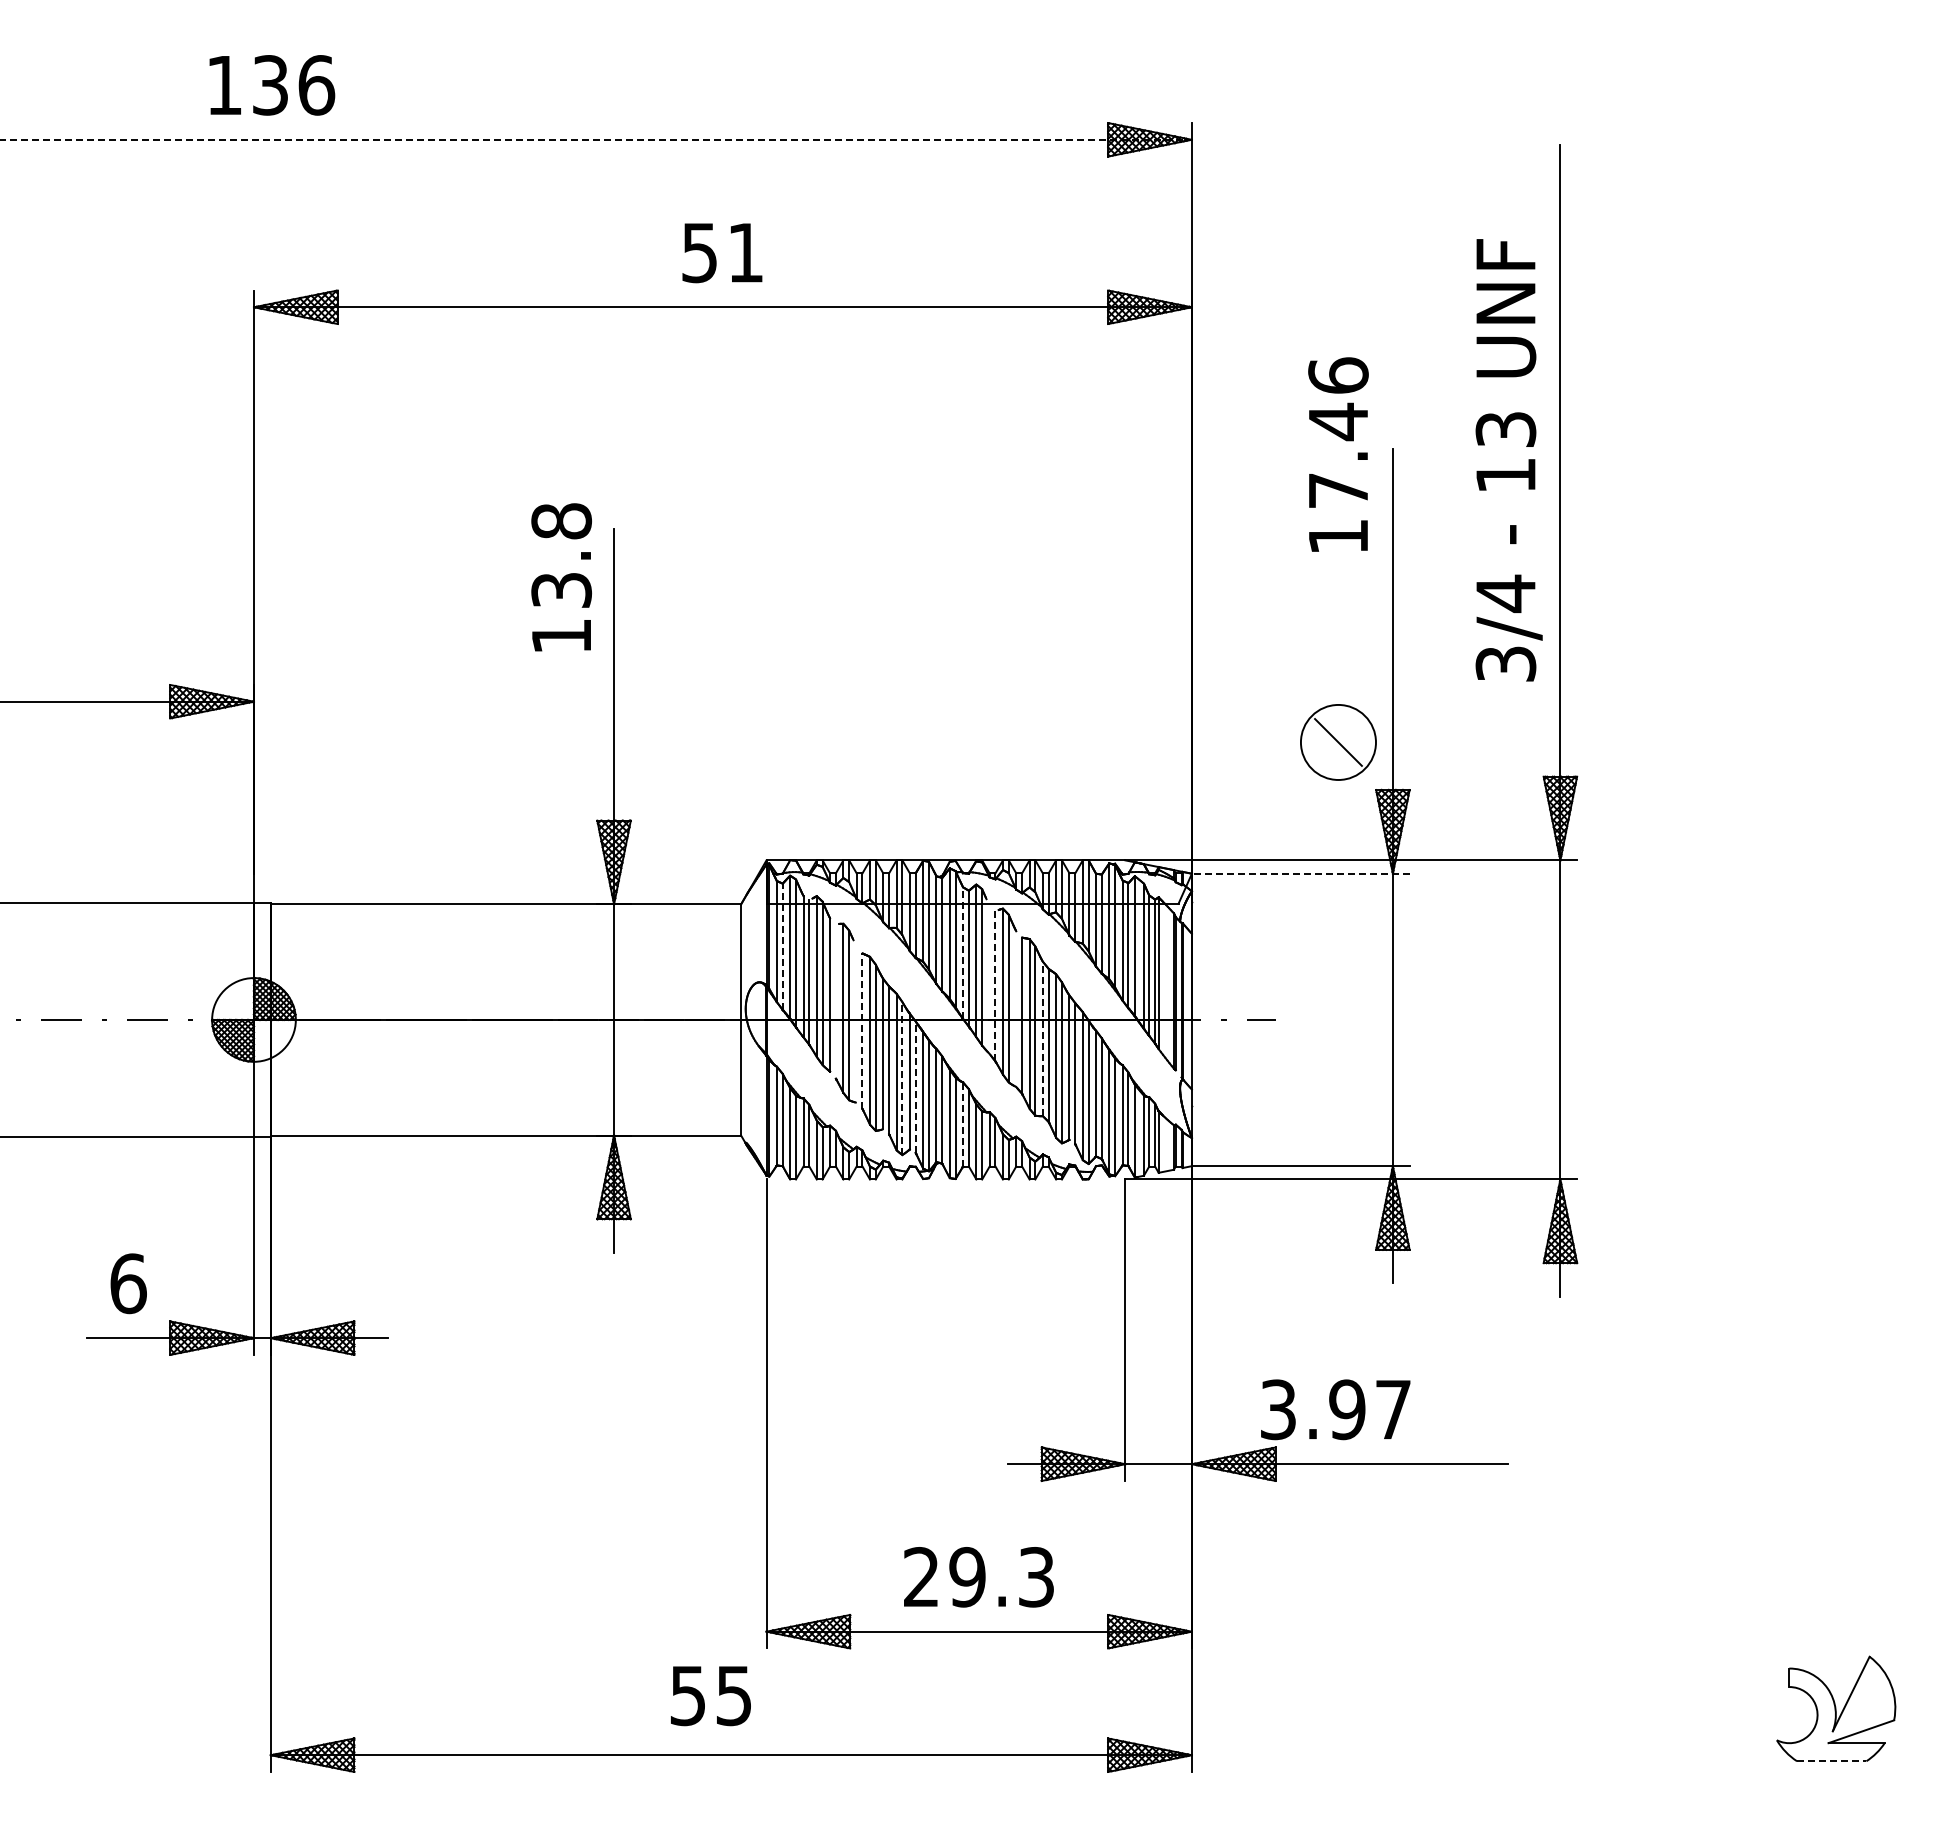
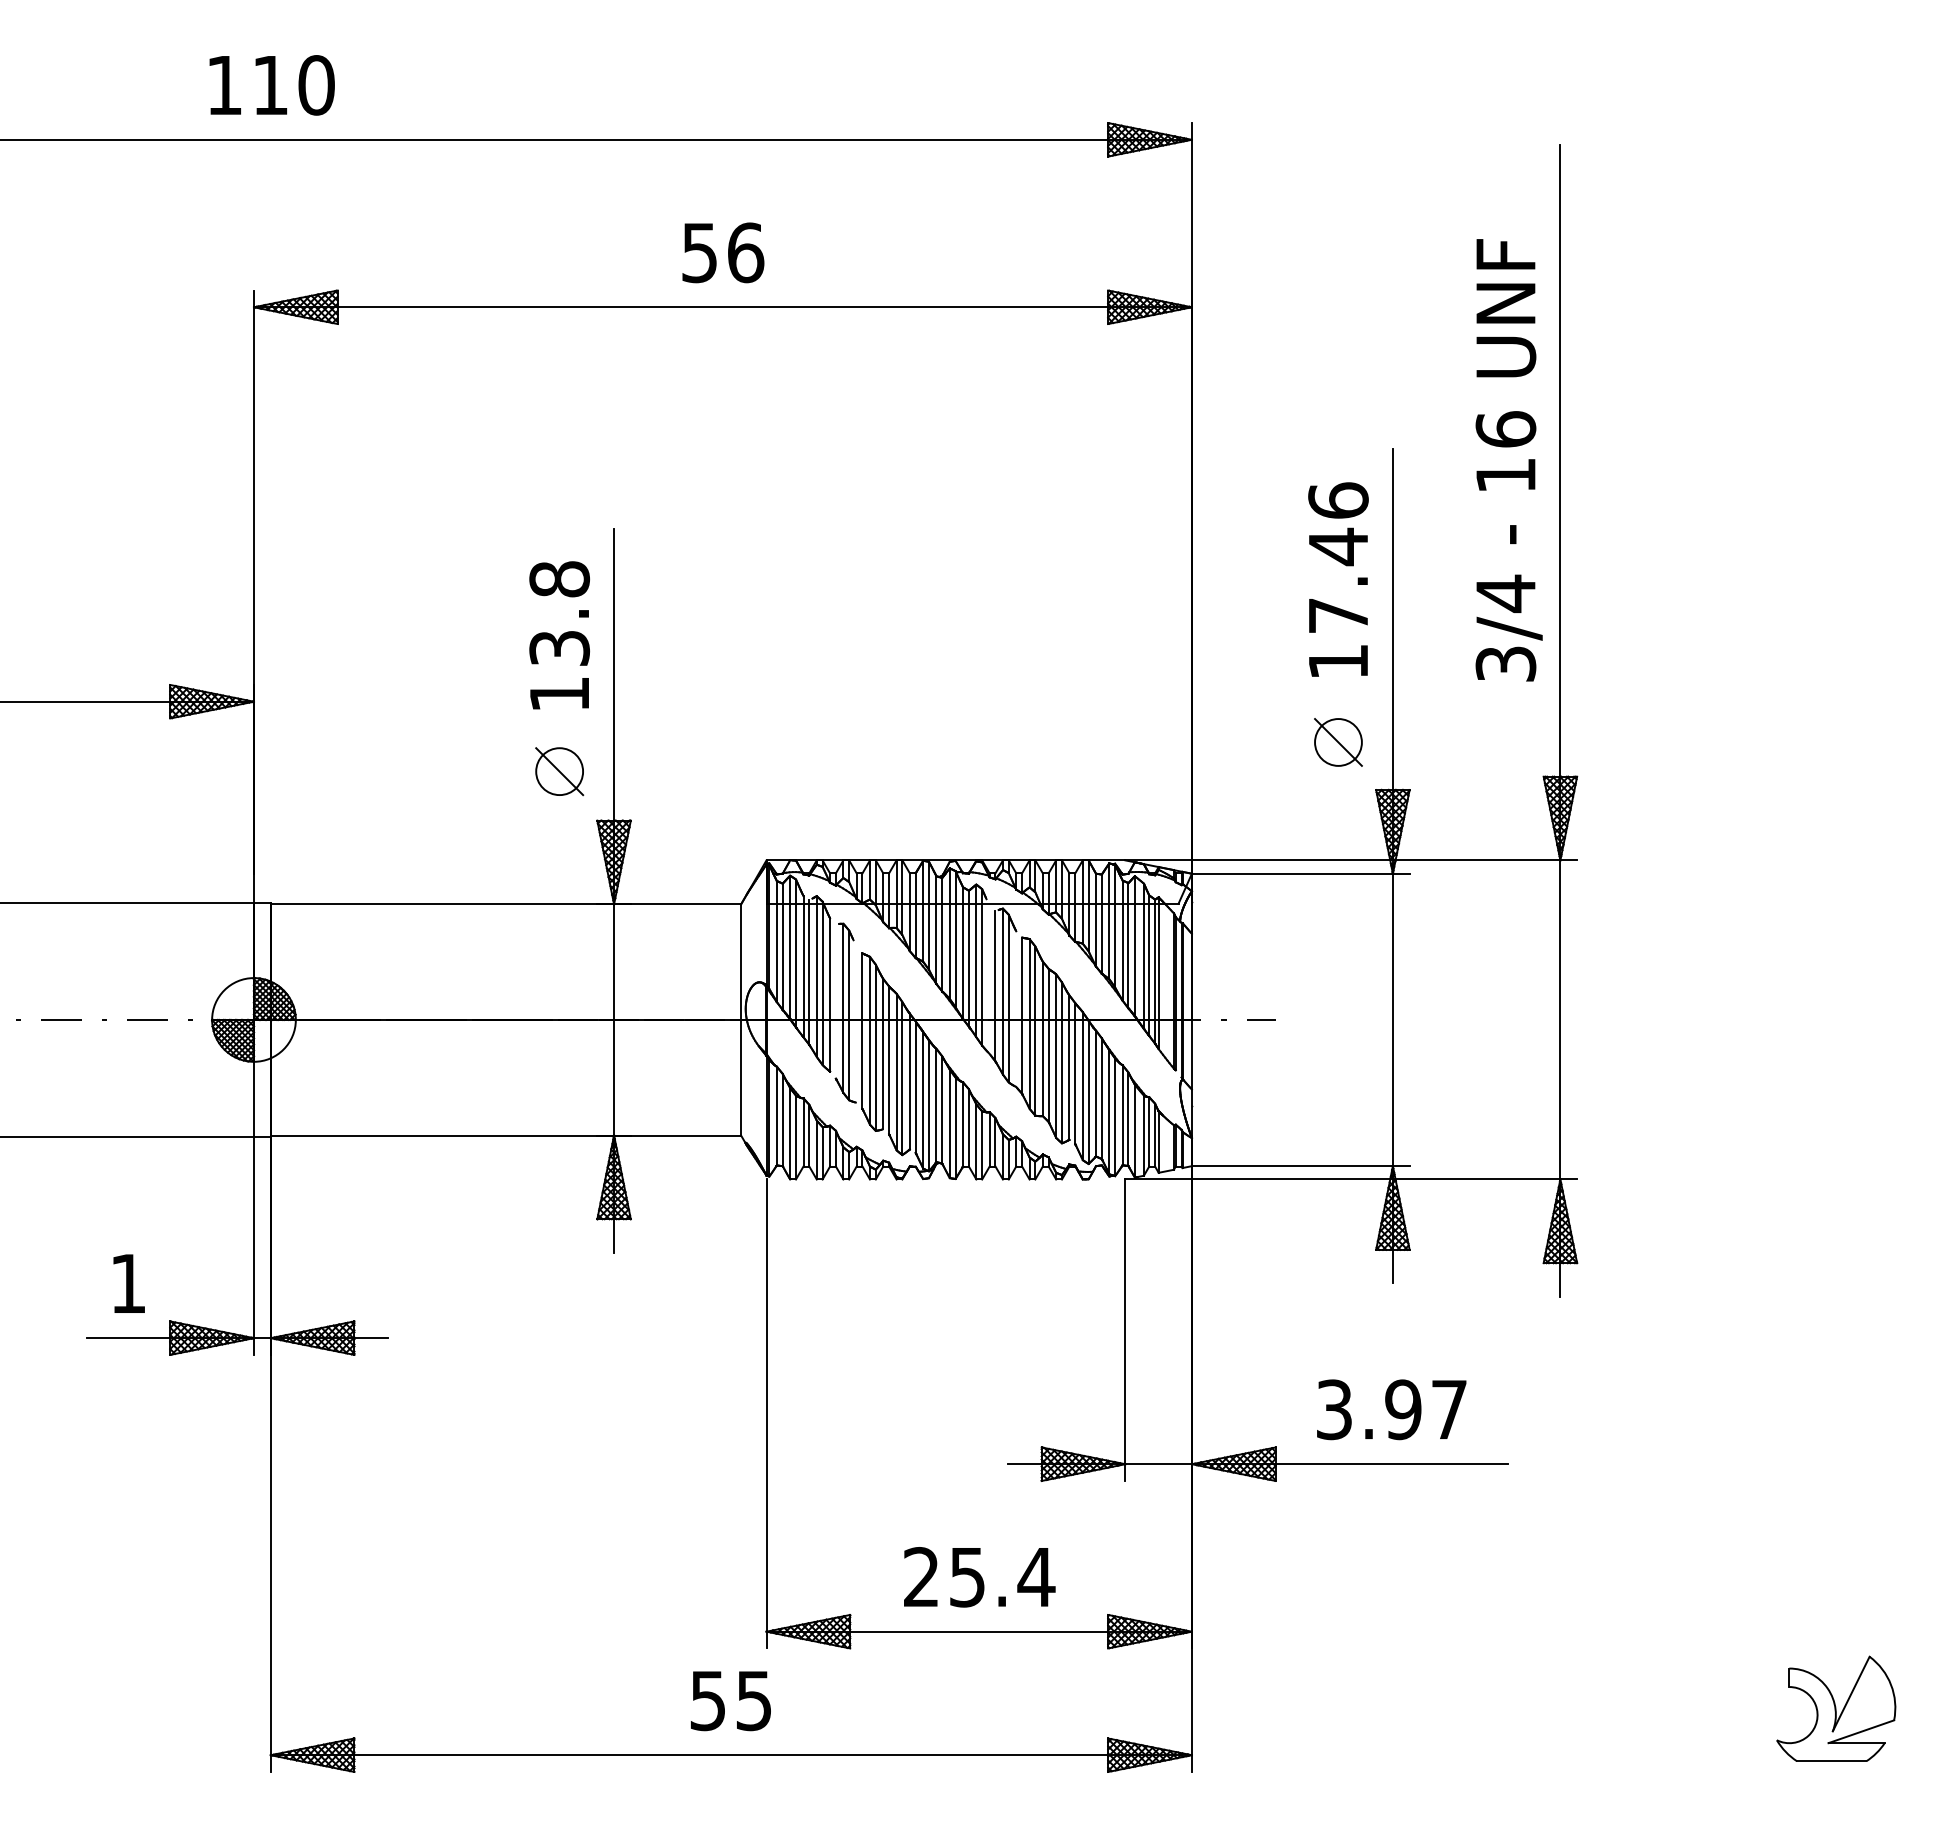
text at (294, 85): 136 -> 110
line at (596, 139): dashed -> solid
text at (746, 252): 51 -> 56
text at (1505, 429): 13 -> 16
text at (1338, 454) position: (1338, 454) -> (1338, 579)
text at (561, 577) position: (561, 577) -> (559, 635)
circle at (1337, 741) diameter: 75 px -> 47 px
part at (559, 771): none -> present
line at (1300, 873): dashed -> solid
line at (782, 946): dashed -> solid
line at (963, 953): dashed -> solid
line at (995, 985): dashed -> solid
line at (862, 1031): dashed -> solid
line at (1042, 1038): dashed -> solid
line at (902, 1078): dashed -> solid
line at (915, 1087): dashed -> solid
line at (963, 1123): dashed -> solid
text at (128, 1283): 6 -> 1
text at (1335, 1409) position: (1335, 1409) -> (1391, 1409)
text at (1002, 1577): 29.3 -> 25.4
text at (710, 1696) position: (710, 1696) -> (730, 1701)
line at (1831, 1761): dashed -> solid
